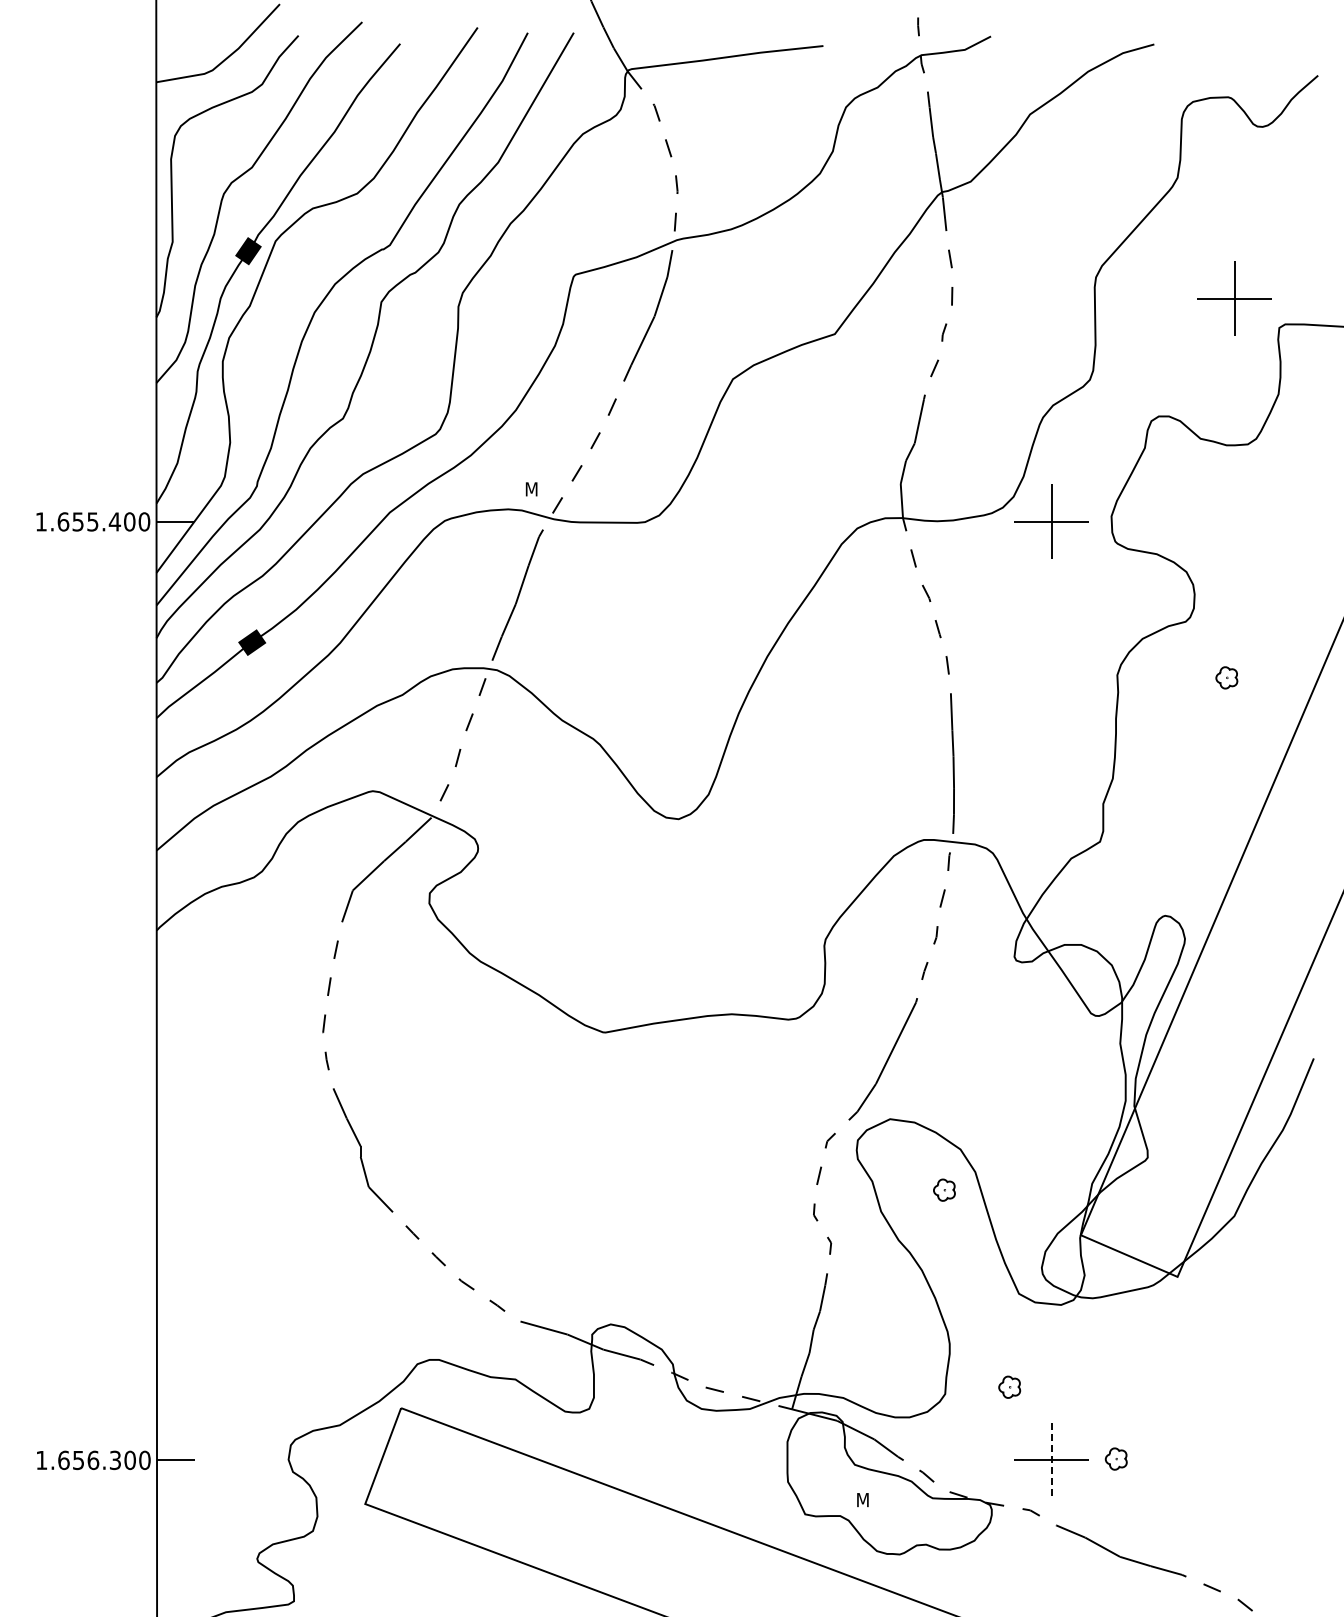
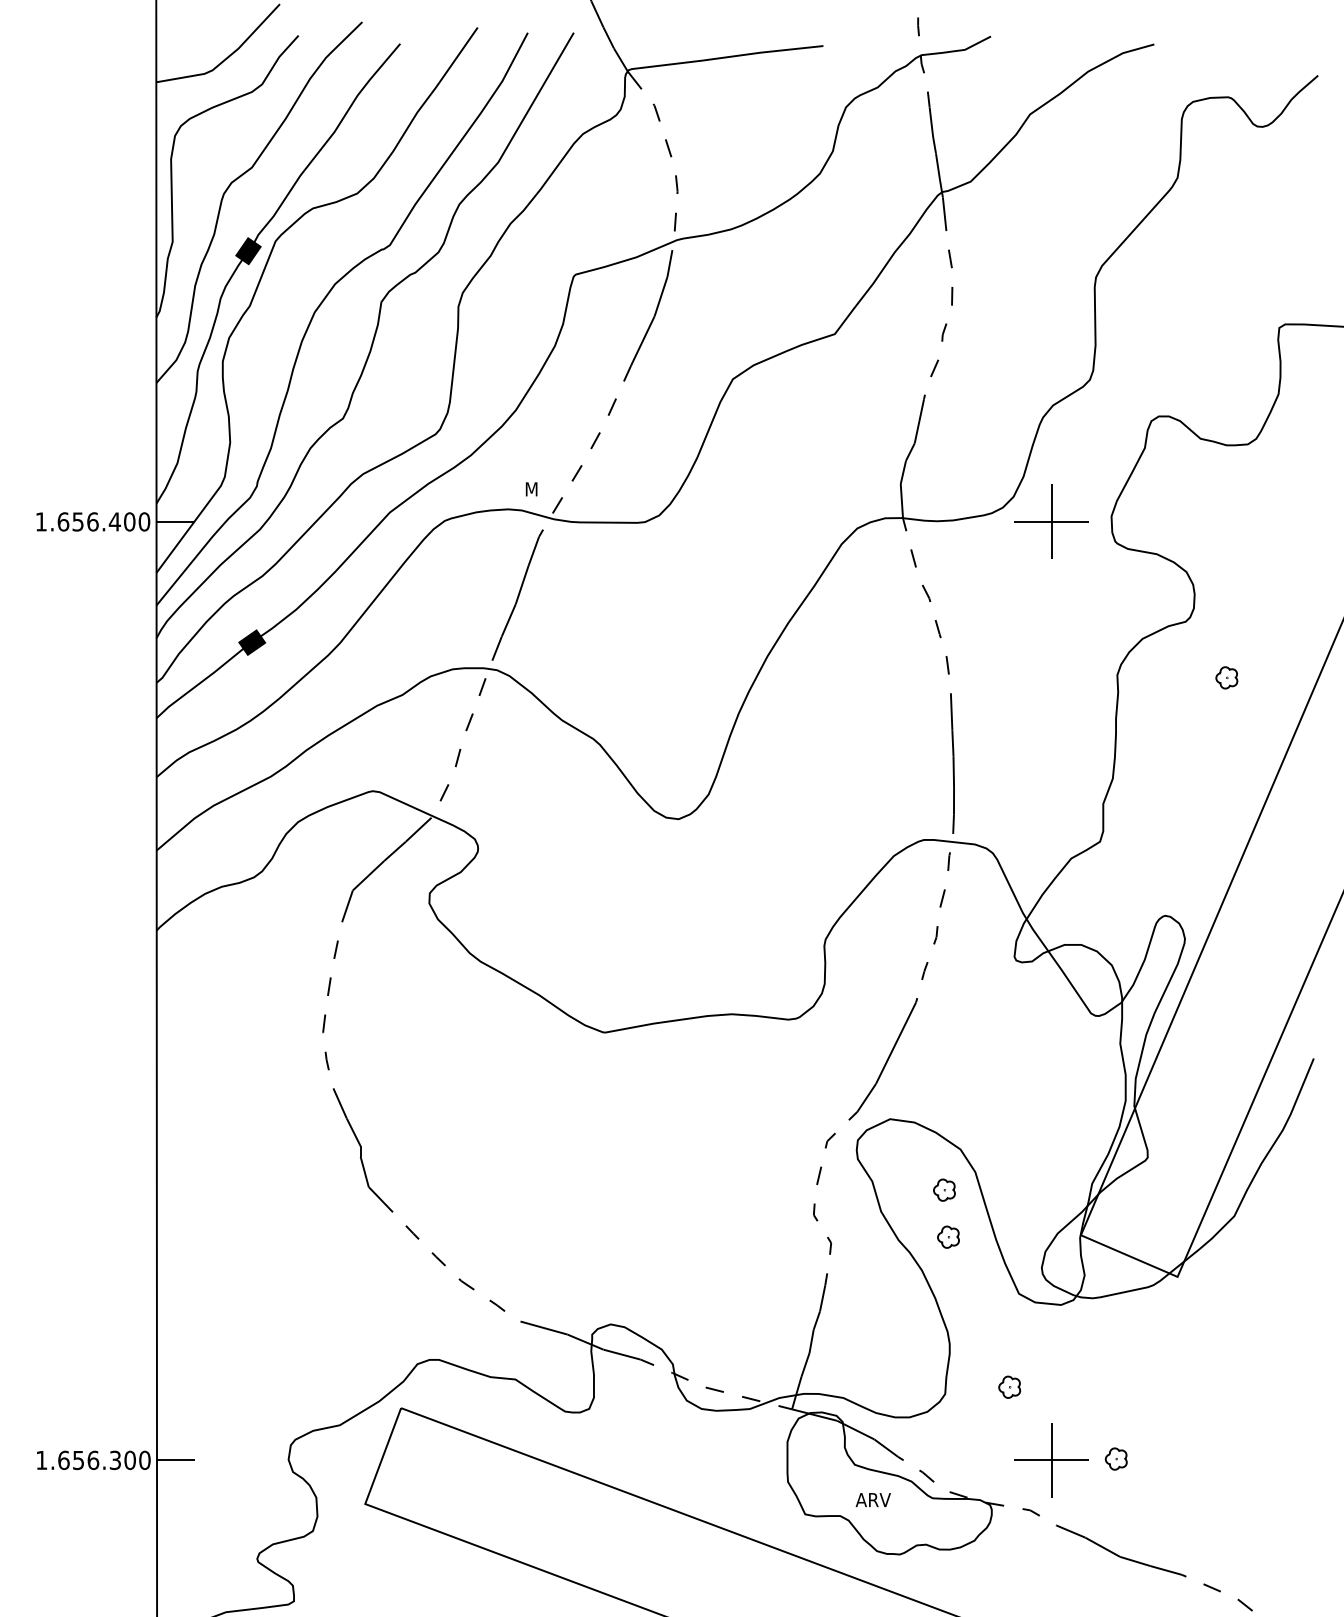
part at (1234, 298): present -> none
text at (92, 521): 1.655.400 -> 1.656.400
part at (948, 1236): none -> present
line at (1051, 1460): dashed -> solid
text at (872, 1500): M -> ARV
